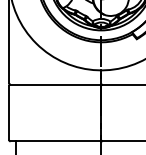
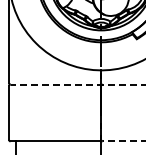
line at (77, 84): solid -> dashed
line at (123, 141): solid -> dashed
